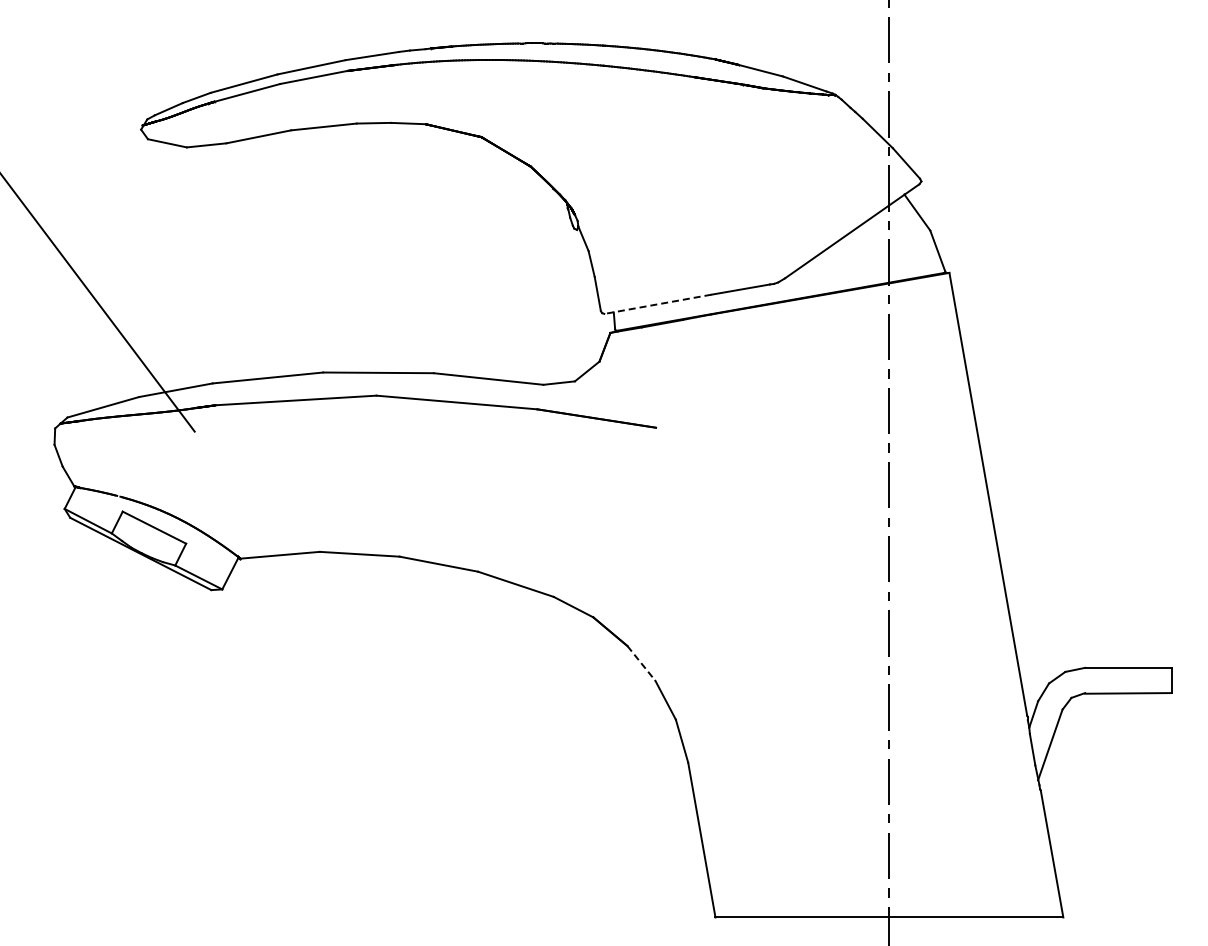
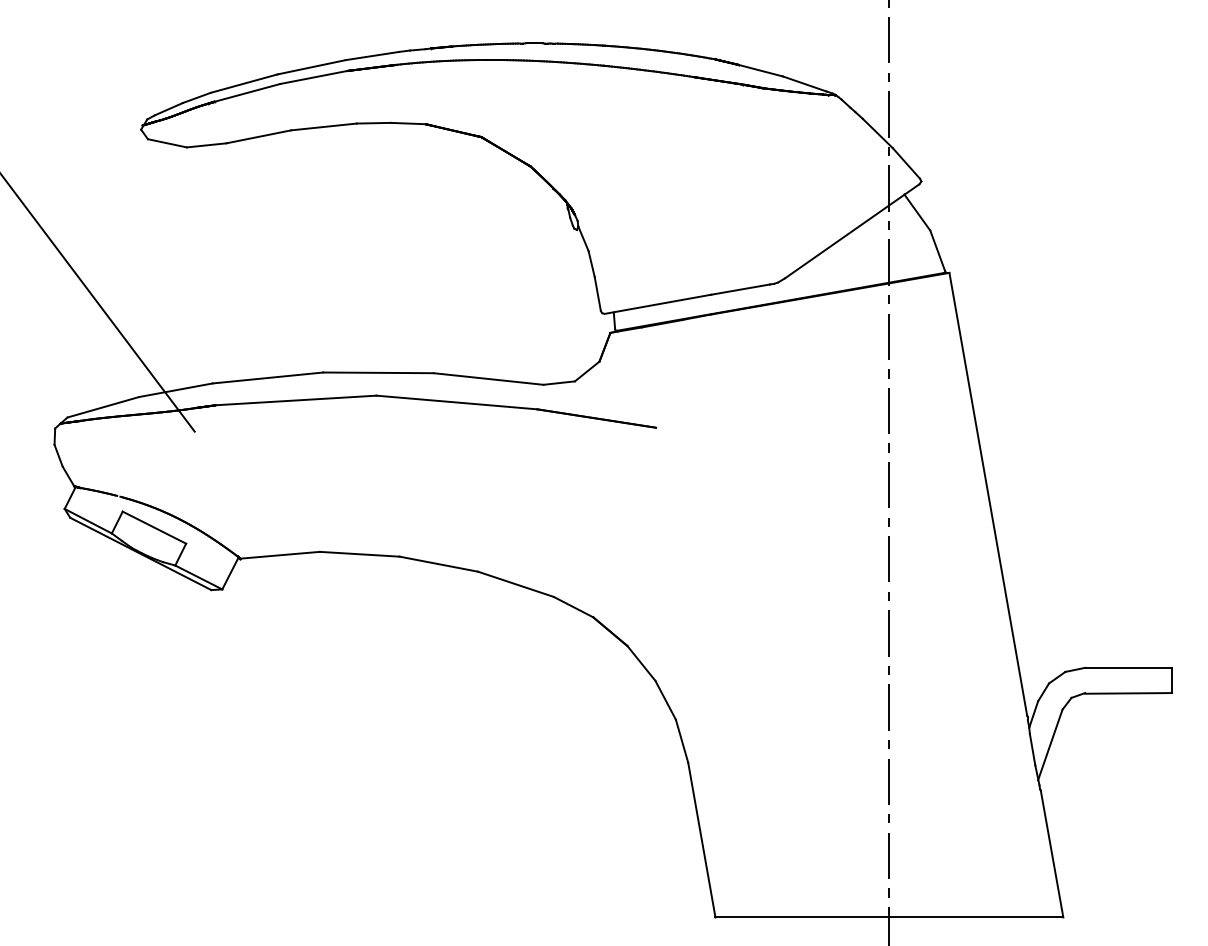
line at (657, 304): dashed -> solid
line at (641, 663): dashed -> solid
